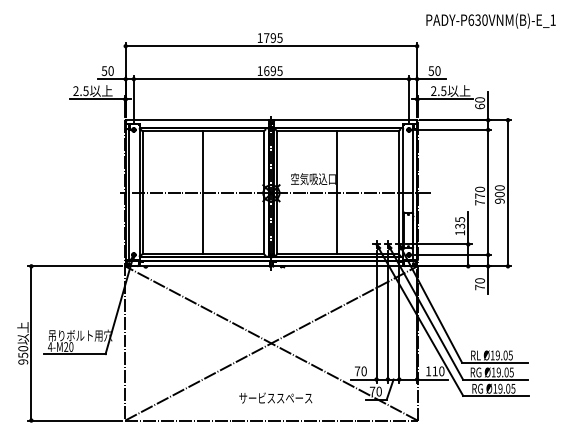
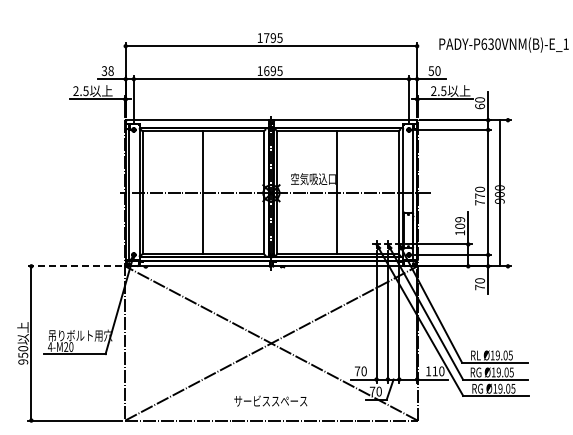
text at (490, 20) position: (490, 20) -> (503, 44)
text at (107, 70): 50 -> 38
line at (507, 193) position: (507, 193) -> (499, 193)
text at (459, 222): 135 -> 109
line at (74, 266): solid -> dashed
text at (275, 397) position: (275, 397) -> (270, 400)
